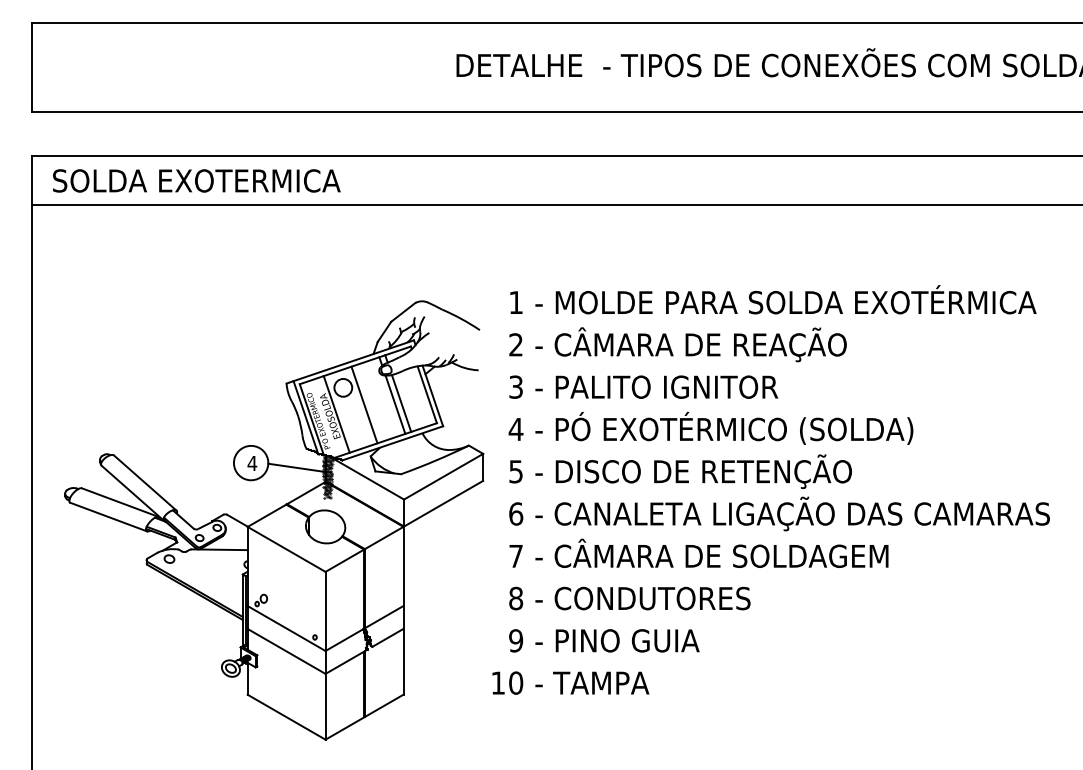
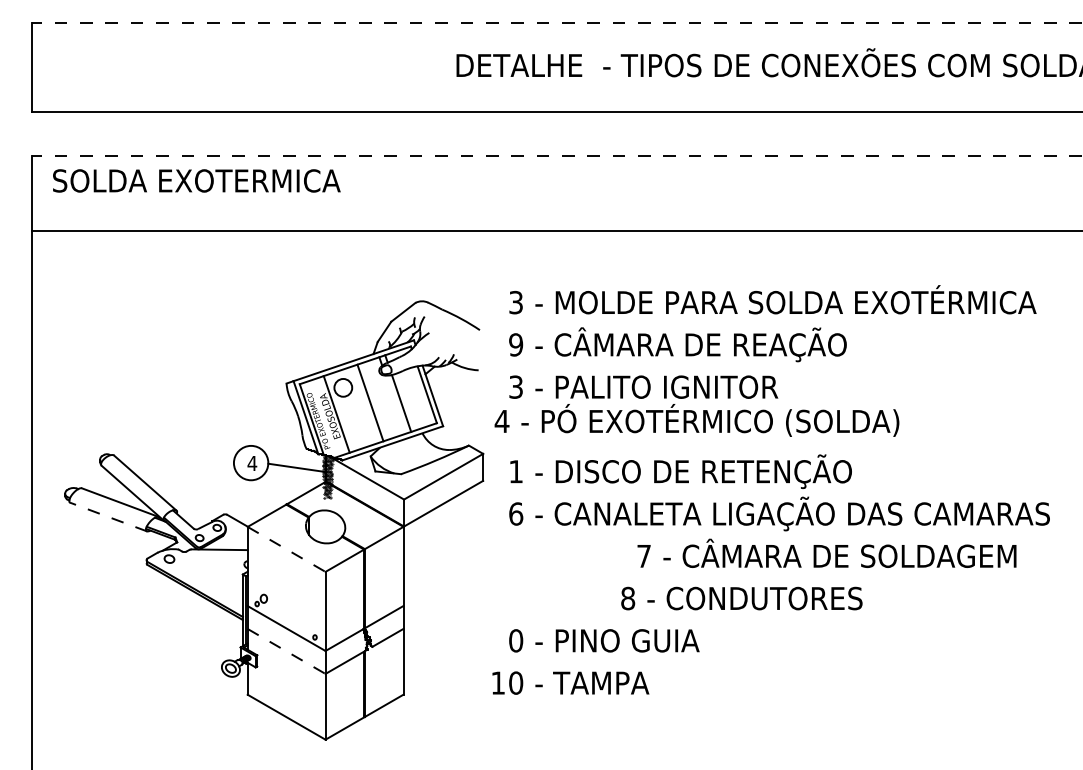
line at (557, 23): solid -> dashed
line at (557, 156): solid -> dashed
line at (555, 205) position: (555, 205) -> (555, 231)
text at (515, 302): 1 -> 3
text at (516, 344): 2 -> 9
line at (364, 404) position: (364, 404) -> (370, 402)
line at (395, 404): present -> none
text at (710, 428) position: (710, 428) -> (696, 420)
text at (515, 471): 5 -> 1
line at (108, 516): solid -> dashed
line at (286, 549): solid -> dashed
text at (698, 552) position: (698, 552) -> (826, 552)
text at (629, 598) position: (629, 598) -> (741, 598)
text at (516, 640): 9 -> 0
line at (286, 651): solid -> dashed
